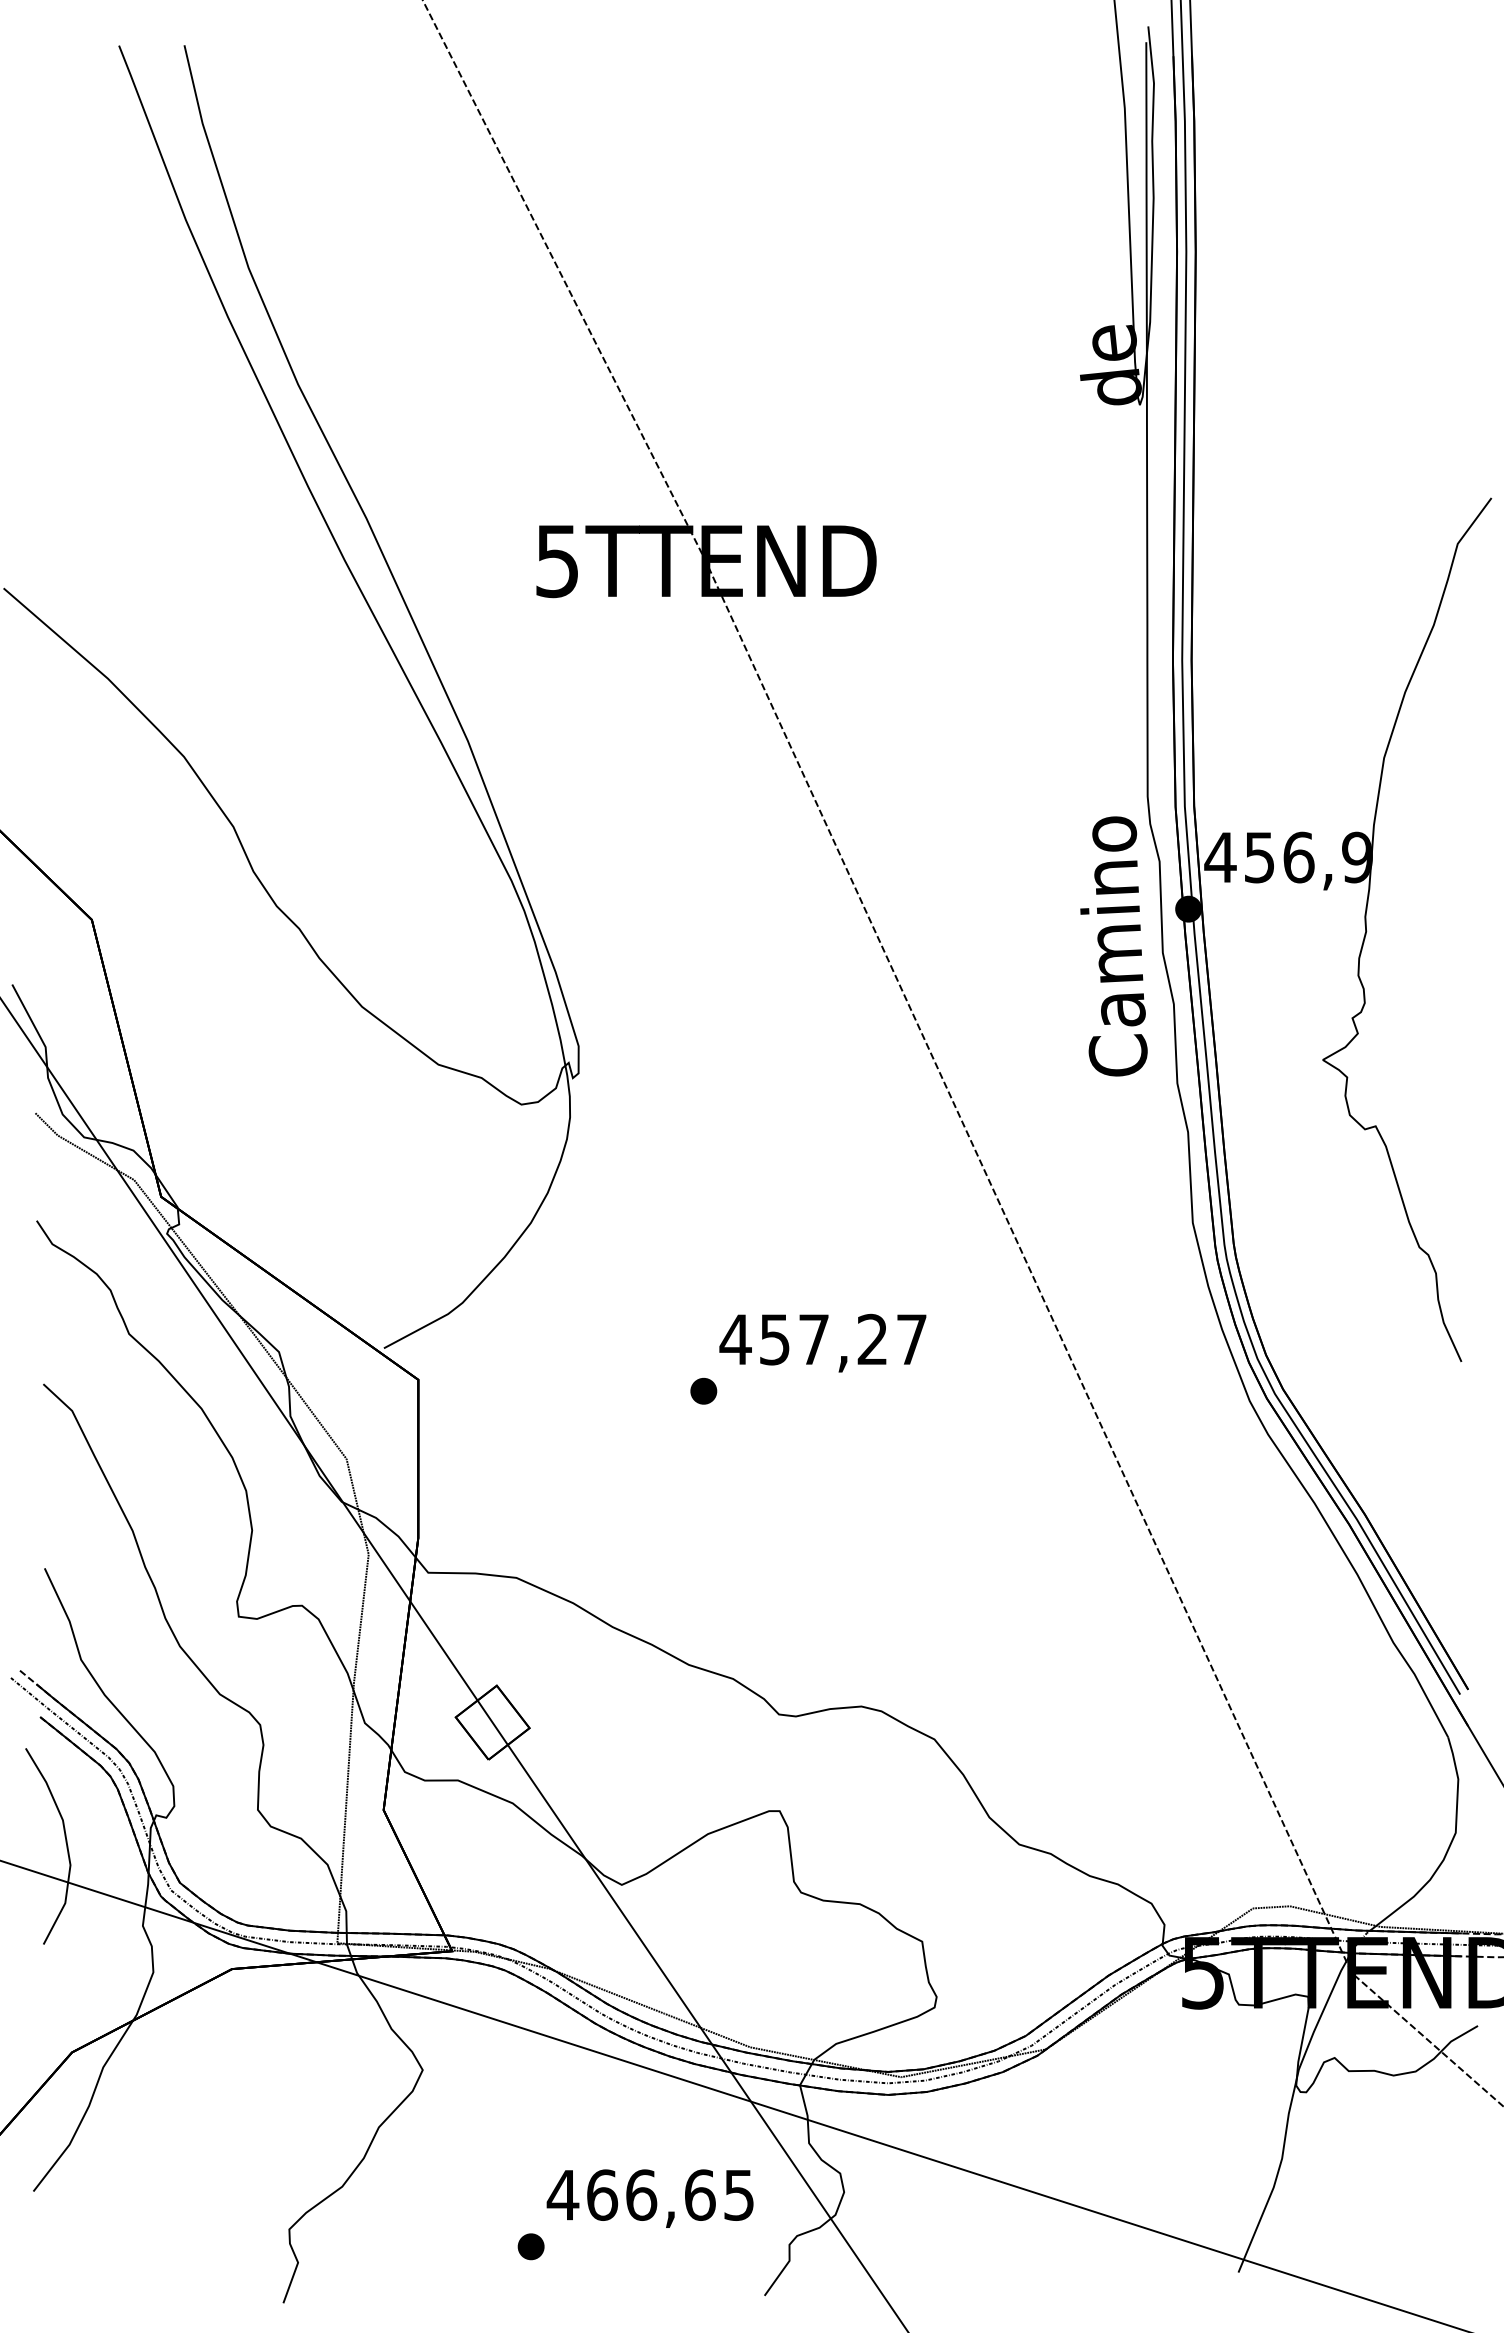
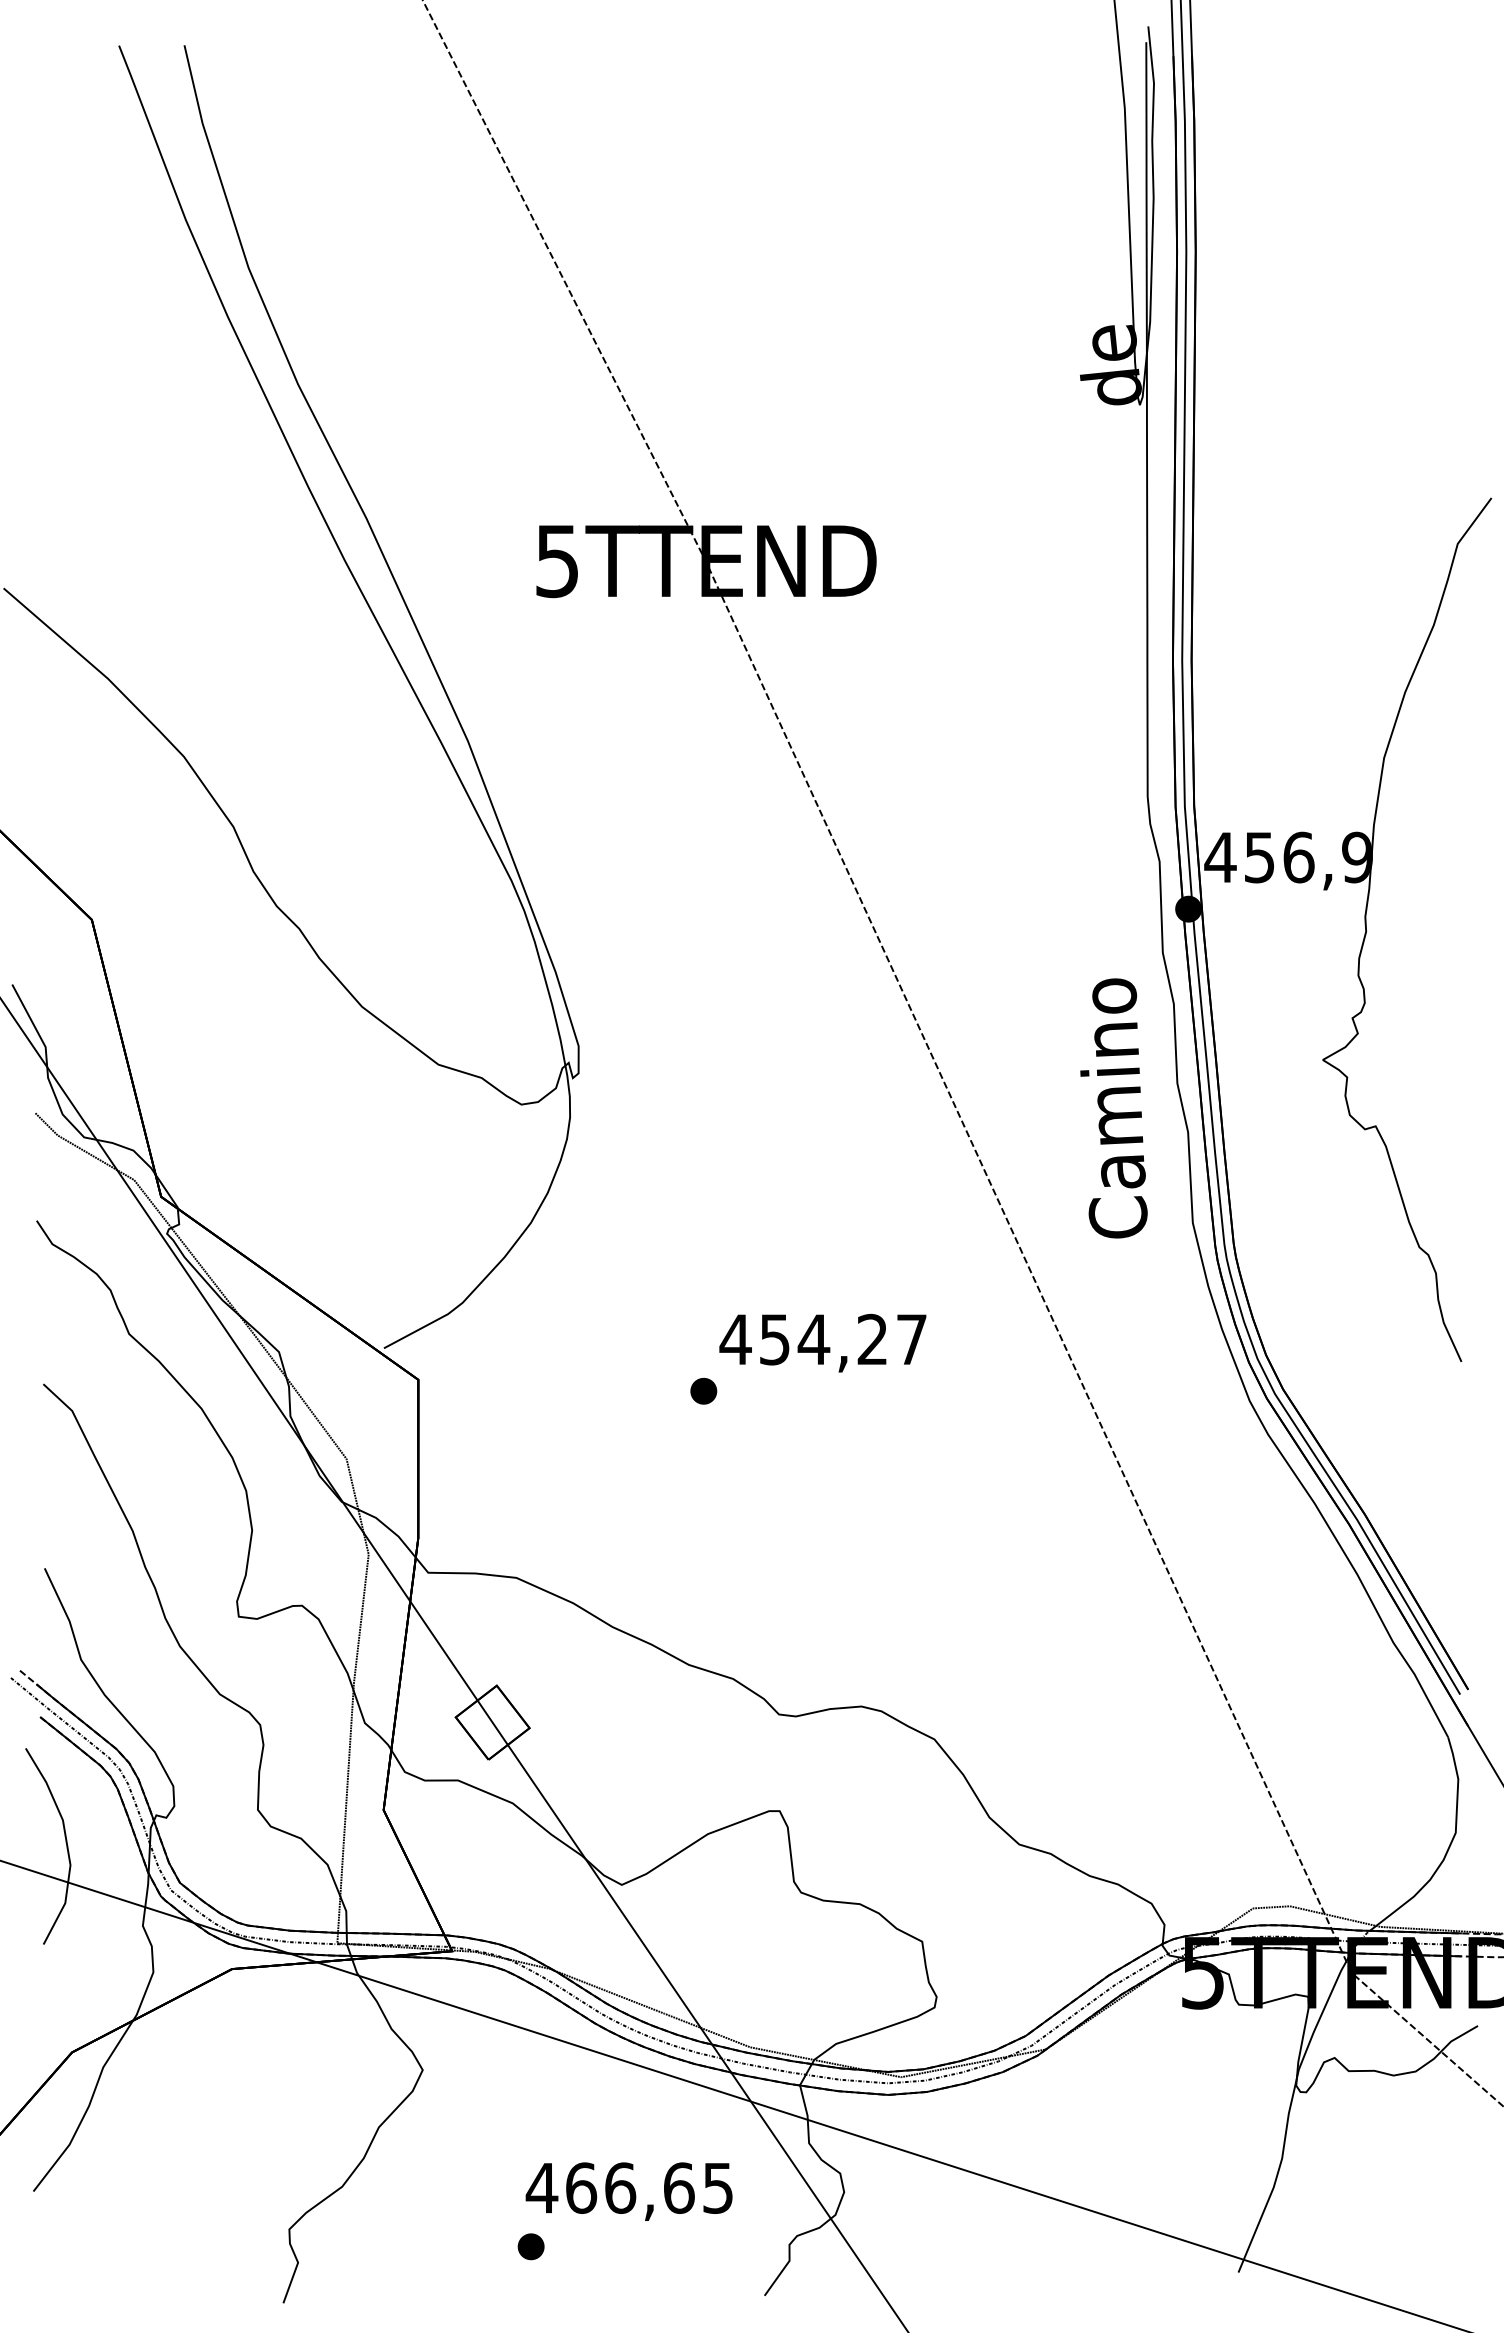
text at (1113, 946) position: (1113, 946) -> (1113, 1108)
text at (813, 1339): 457,27 -> 454,27
text at (649, 2198) position: (649, 2198) -> (628, 2191)
